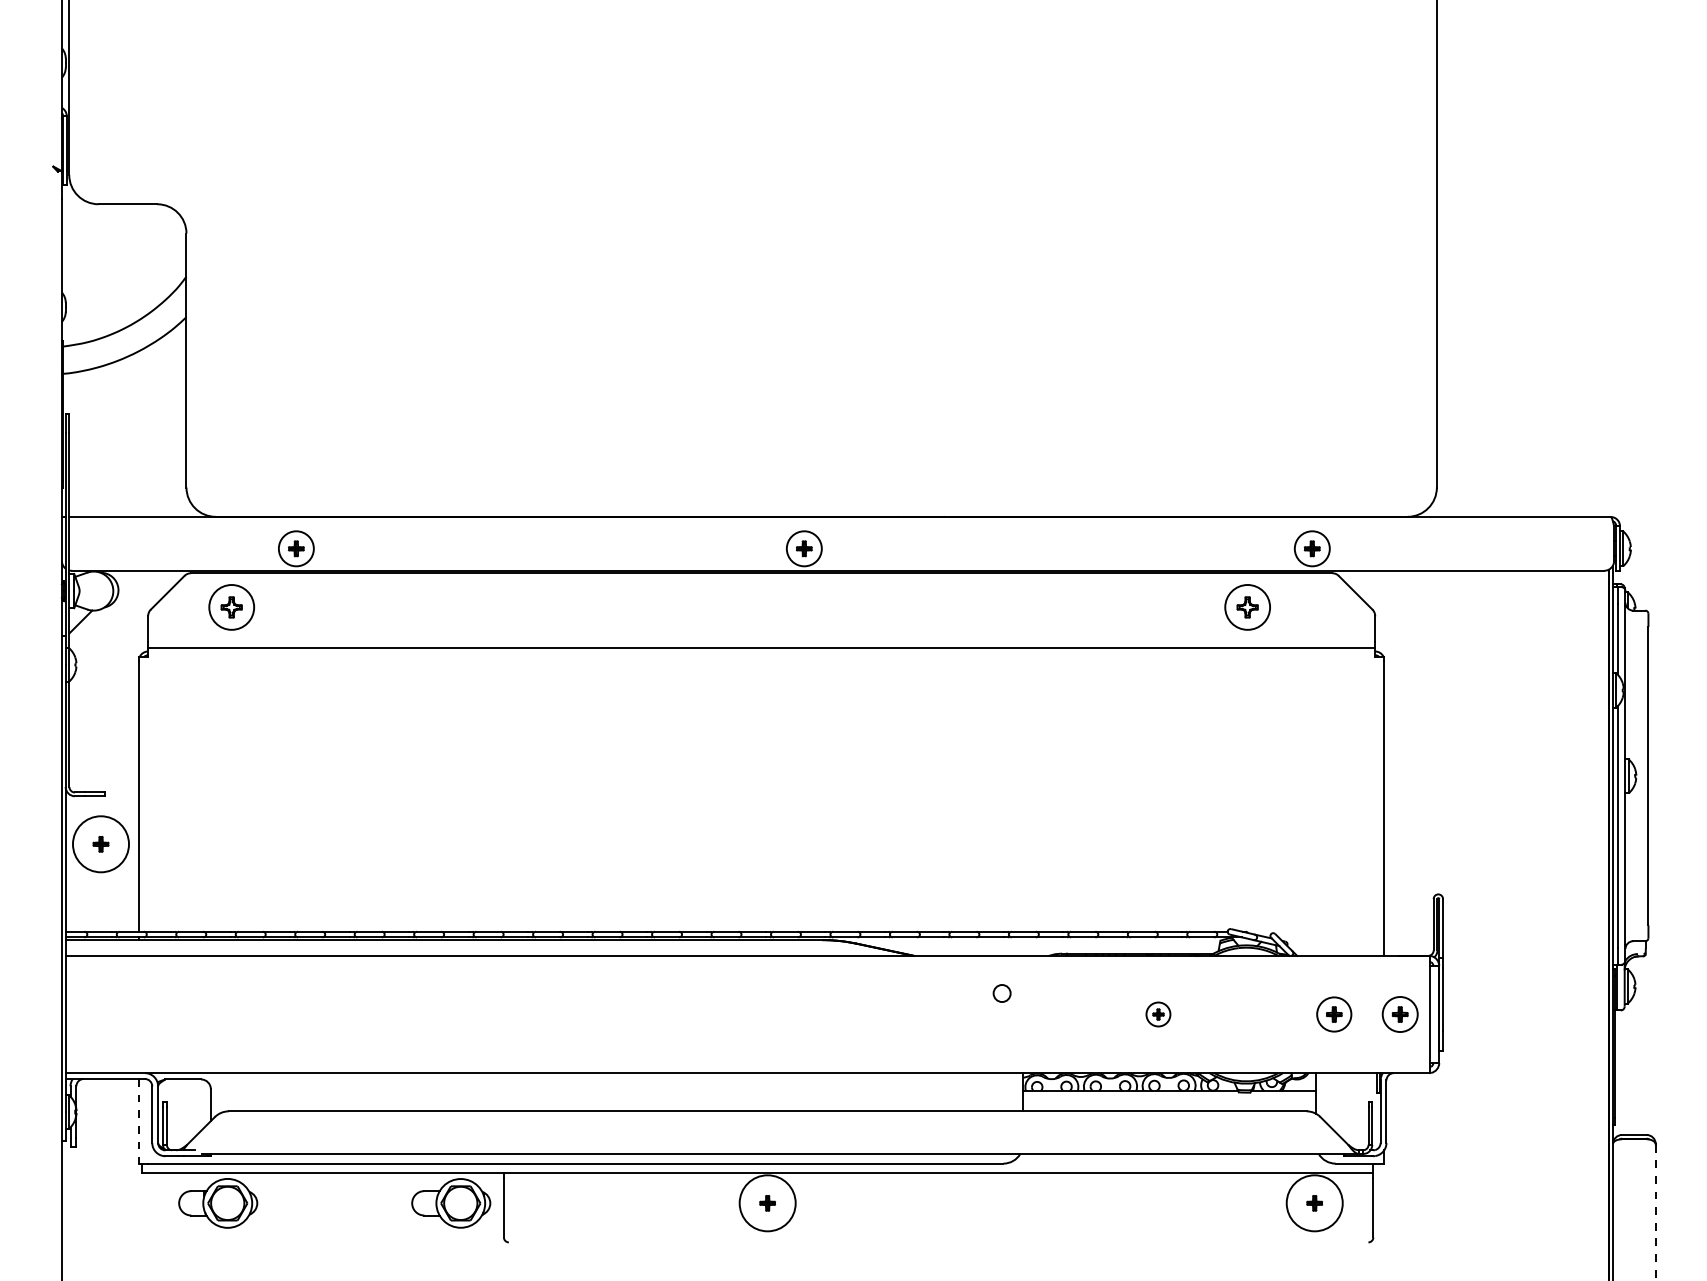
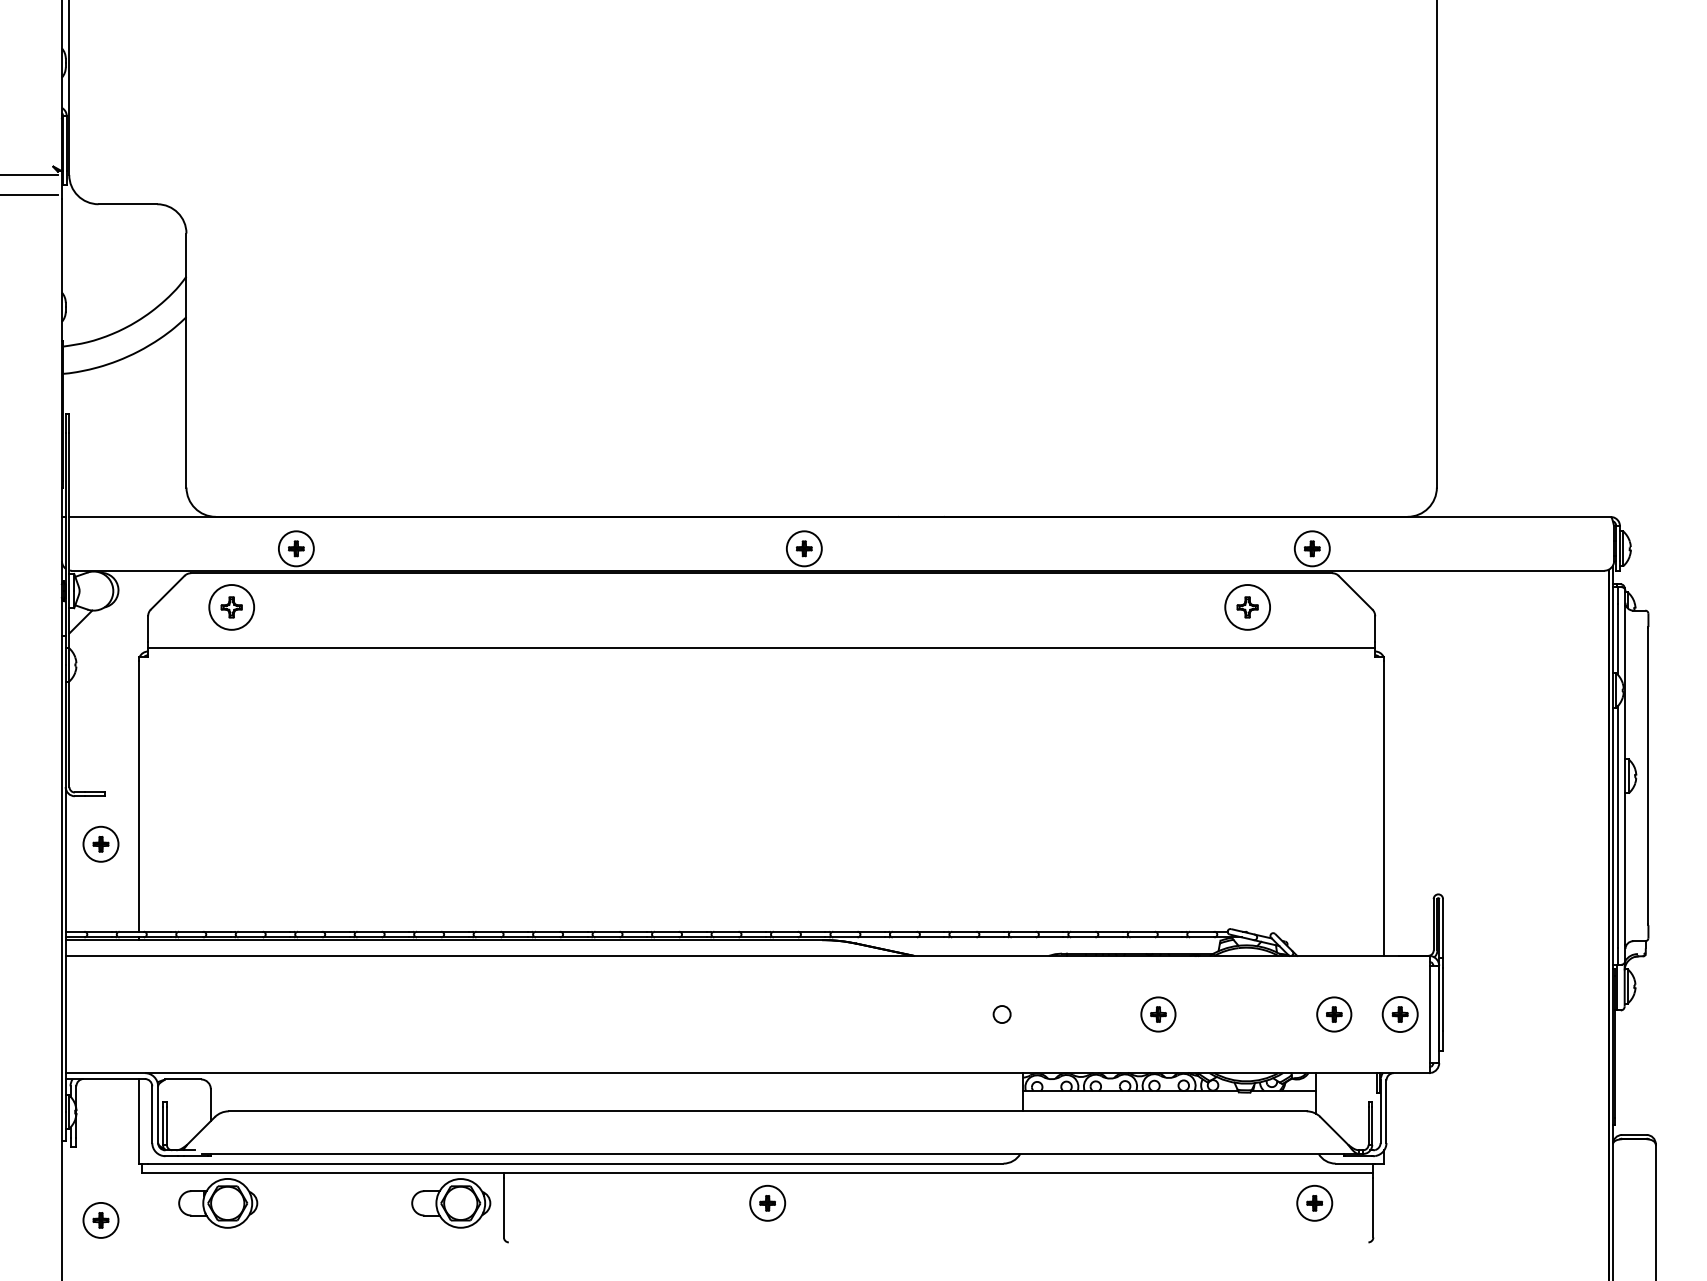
line at (29, 175): none -> present
line at (29, 194): none -> present
circle at (100, 844) diameter: 56 px -> 35 px
circle at (1001, 993) position: (1001, 993) -> (1001, 1014)
part at (1158, 1014) size: 27x27 px -> 37x37 px
line at (138, 1121): dashed -> solid
circle at (767, 1203) diameter: 56 px -> 35 px
circle at (1314, 1203) diameter: 56 px -> 35 px
line at (1655, 1212): dashed -> solid
part at (100, 1220): none -> present
